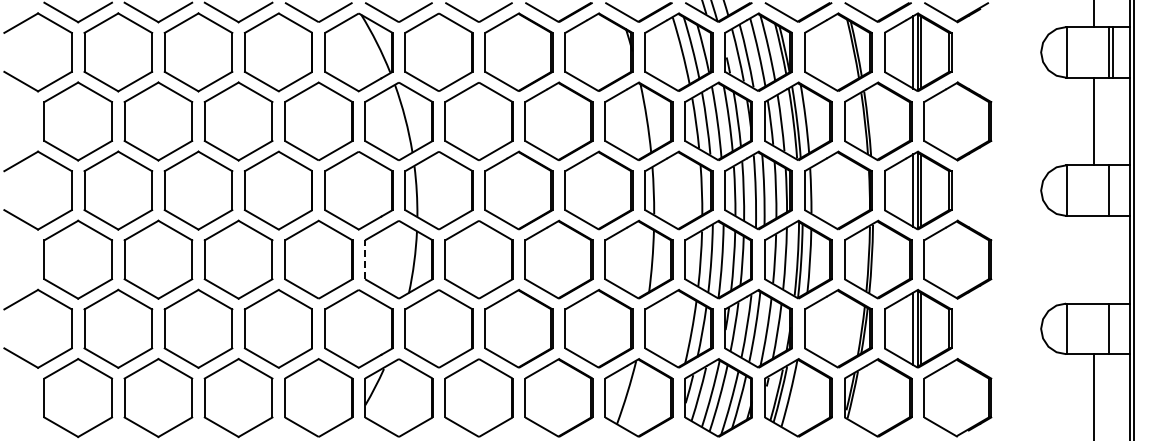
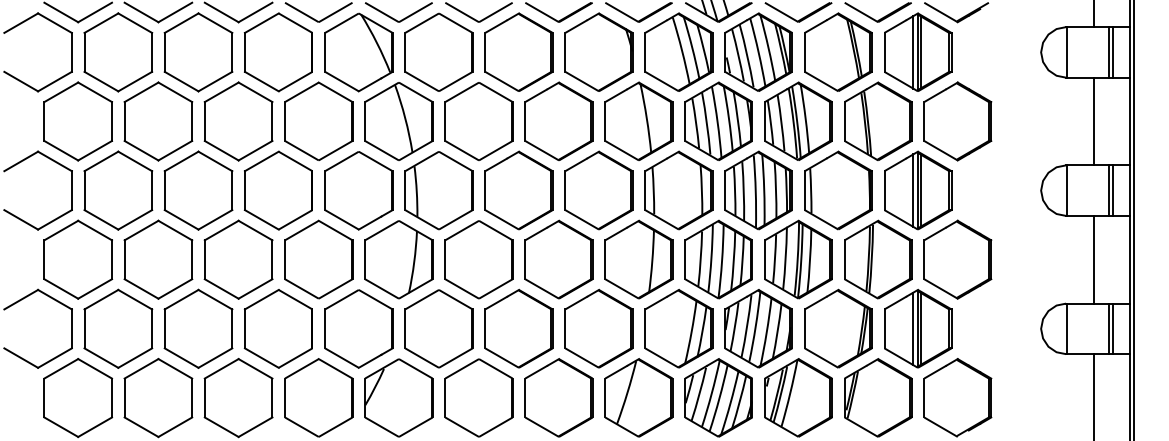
line at (1112, 190): none -> present
line at (365, 259): dashed -> solid
line at (1094, 259): none -> present
line at (1112, 328): none -> present
